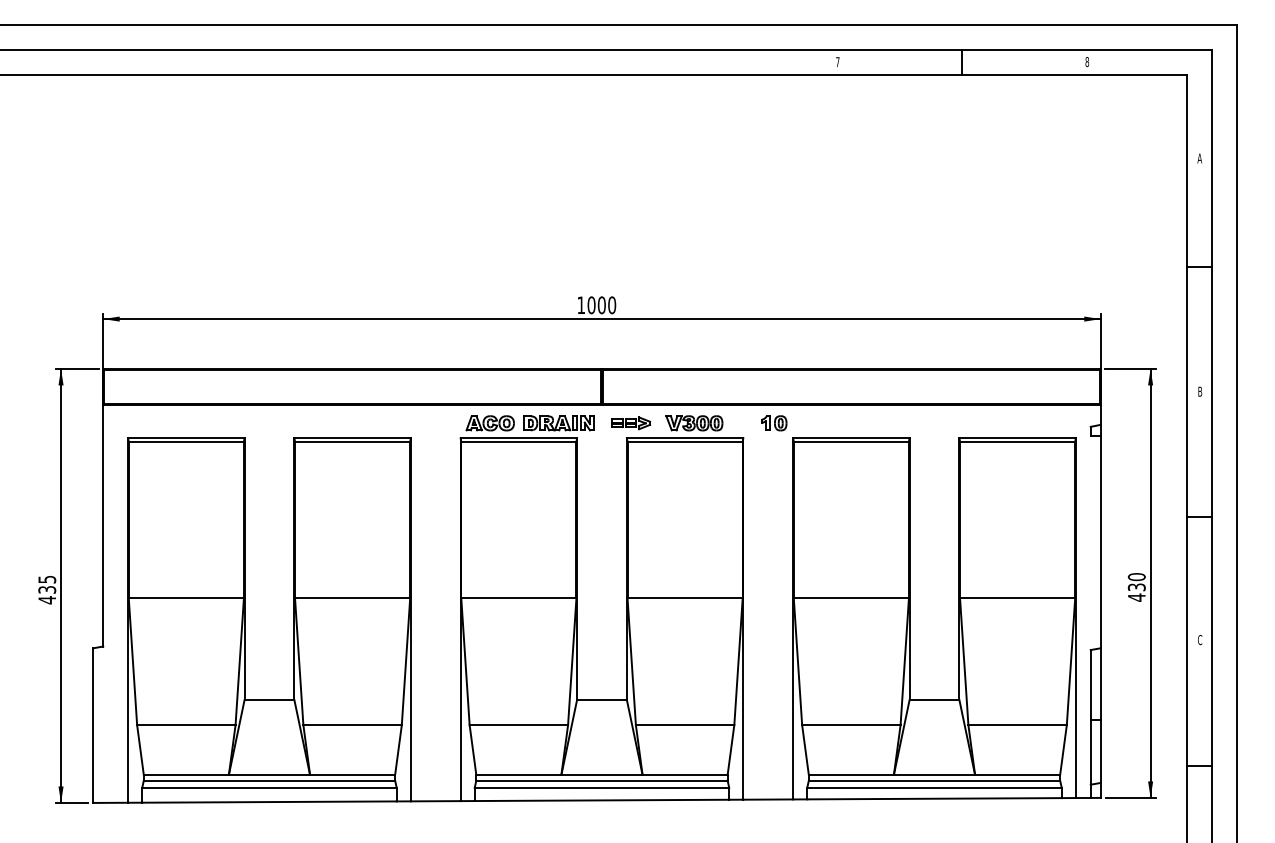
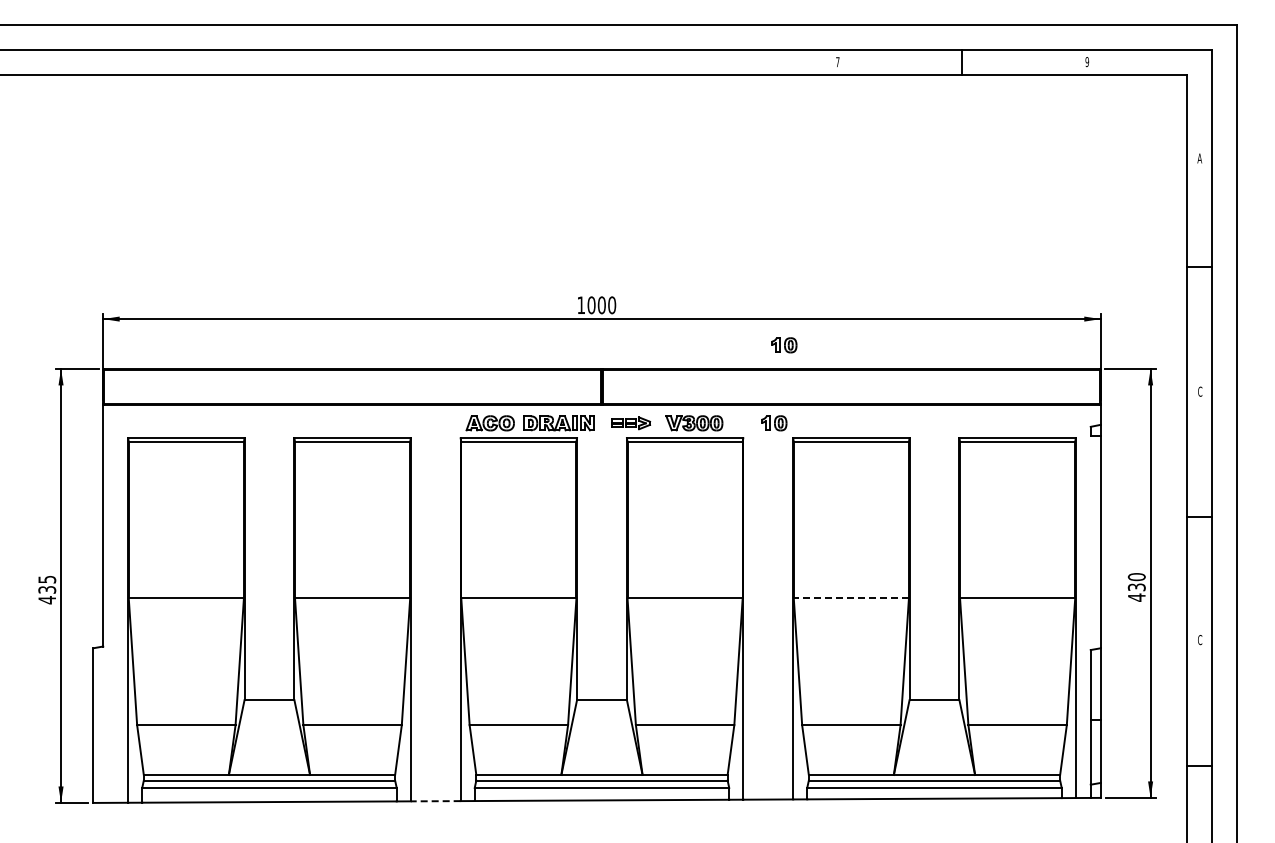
text at (1087, 61): 8 -> 9
part at (784, 345): none -> present
text at (1200, 391): B -> C
line at (851, 598): solid -> dashed
line at (435, 801): solid -> dashed
